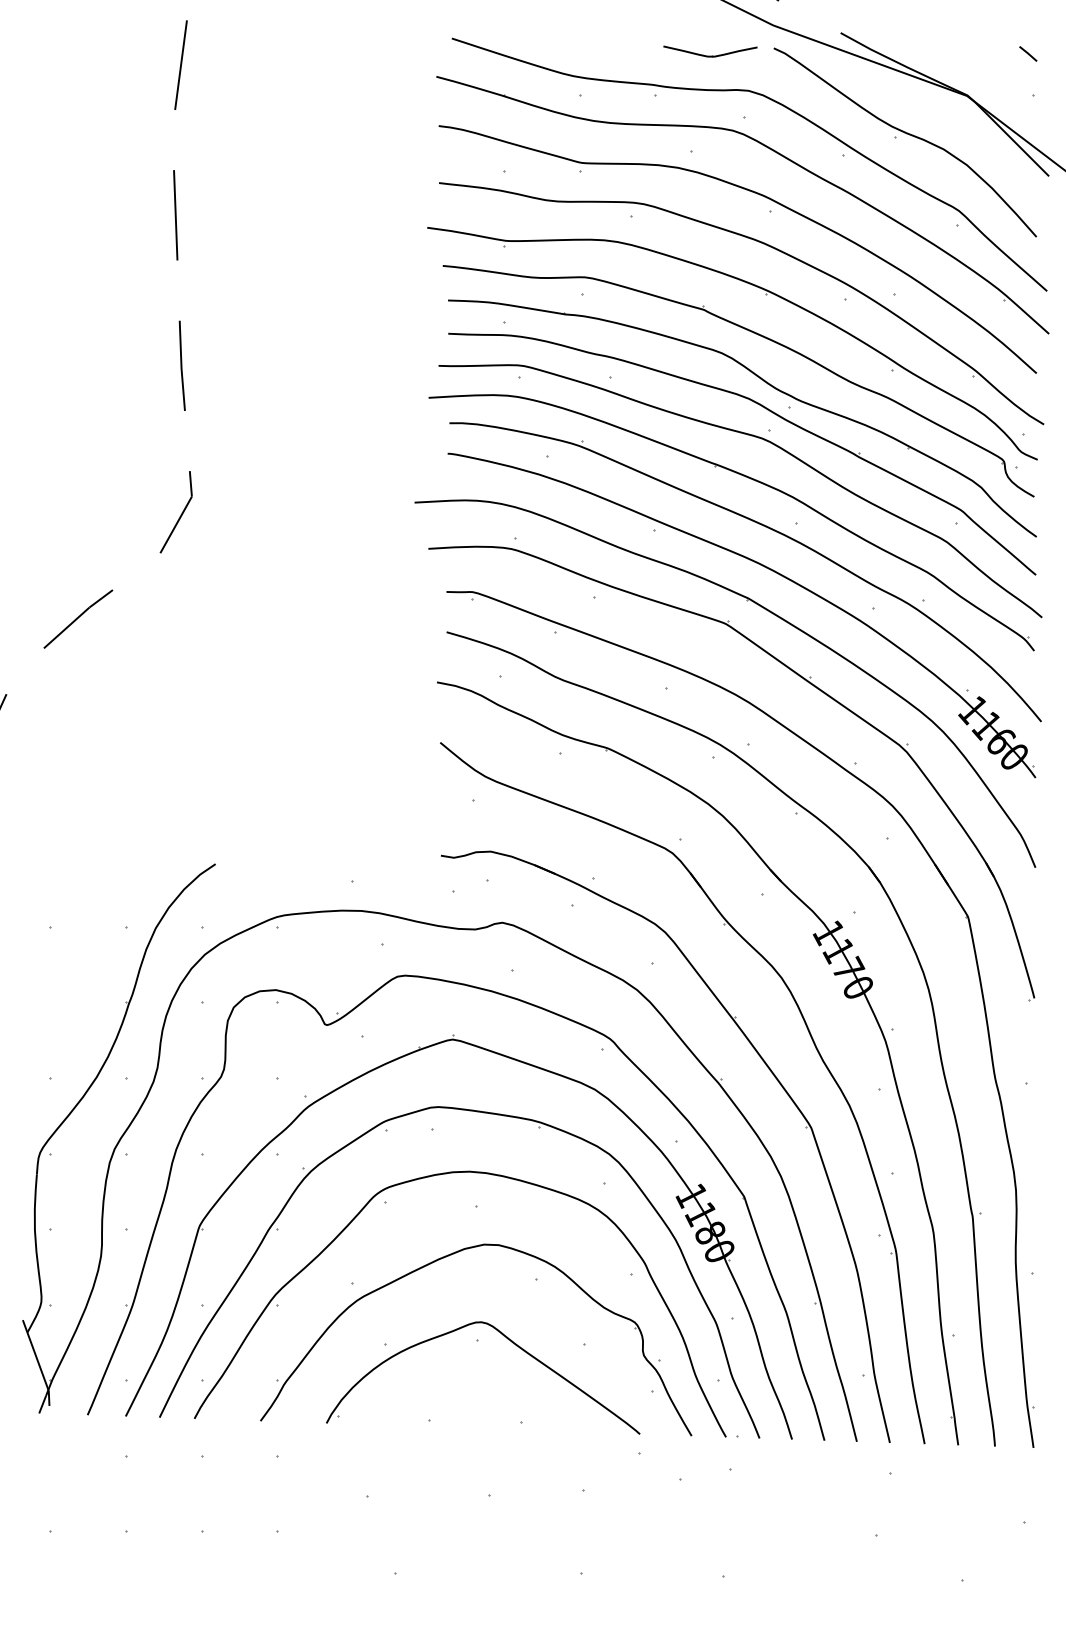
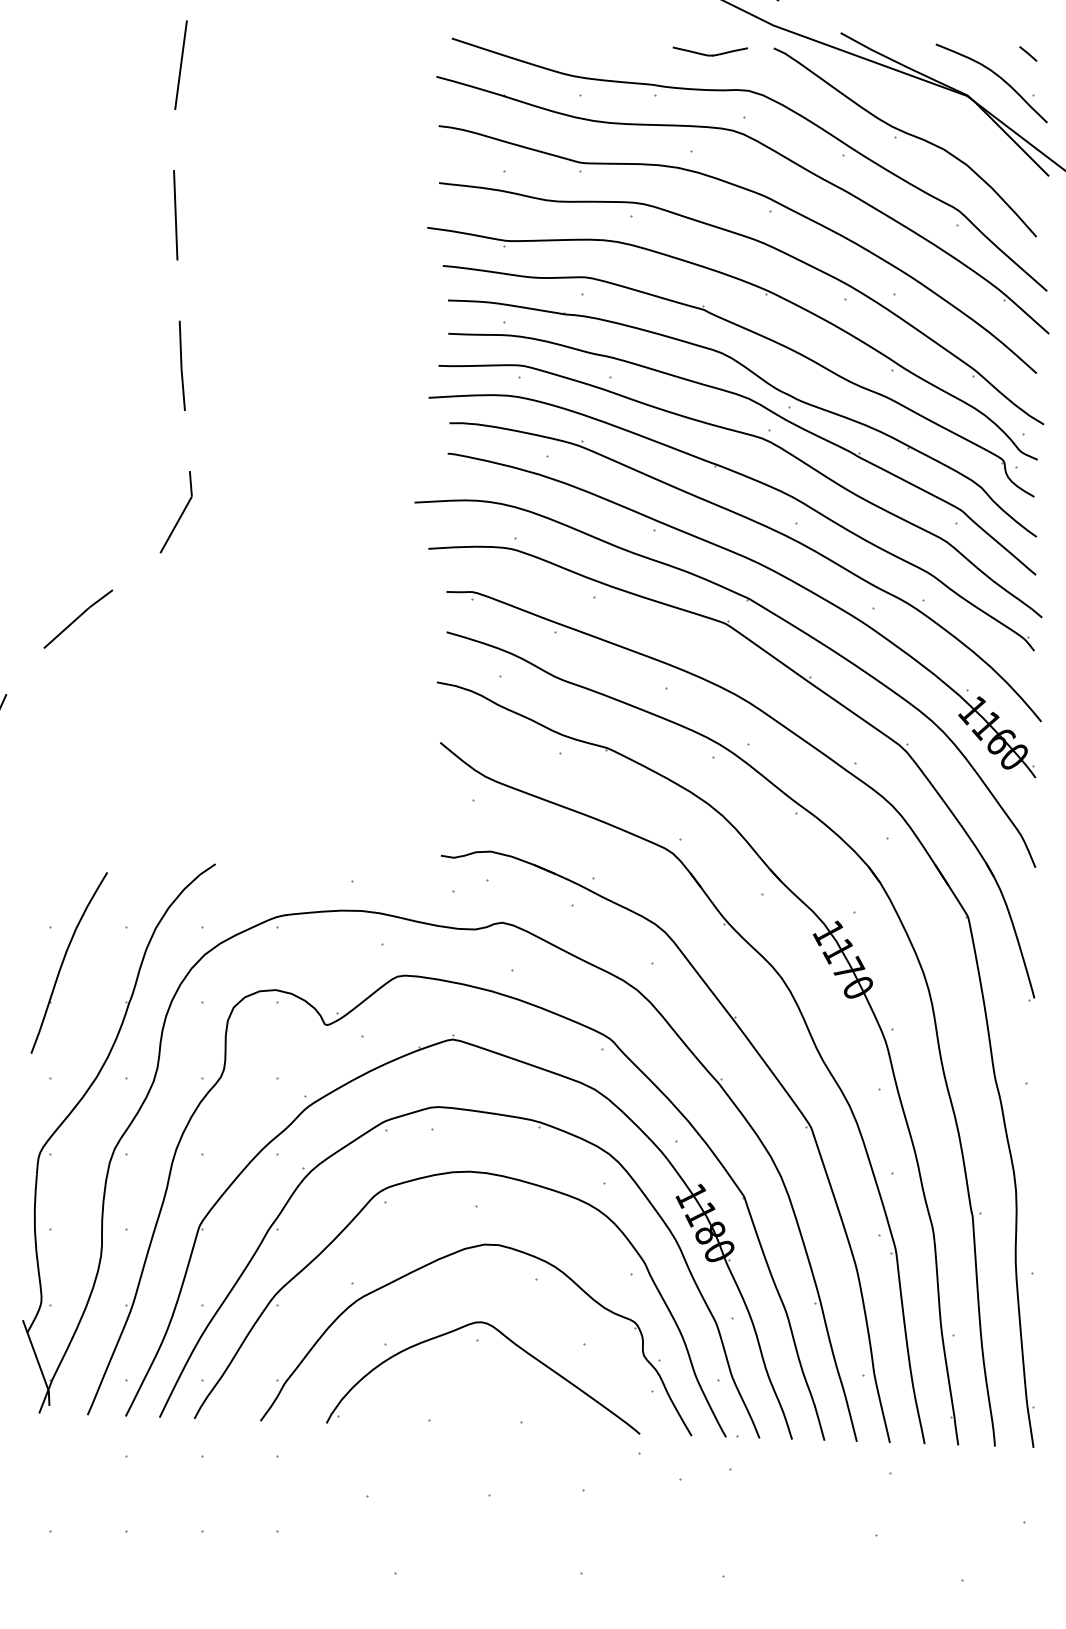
part at (710, 51) size: 95x13 px -> 76x11 px
curve at (997, 76): none -> present
part at (68, 962): none -> present
